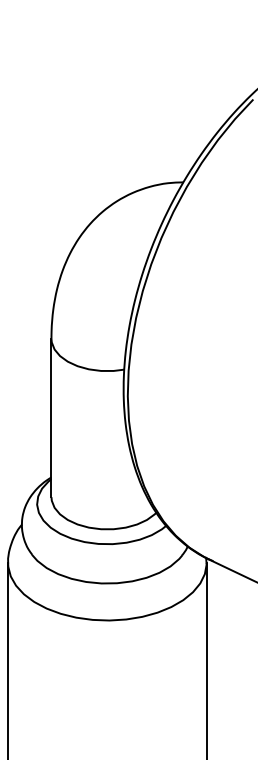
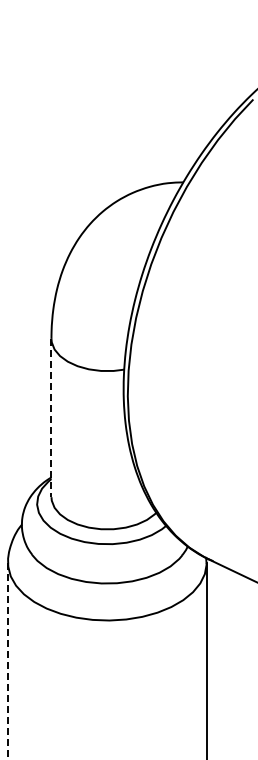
line at (51, 418): solid -> dashed
line at (8, 662): solid -> dashed
